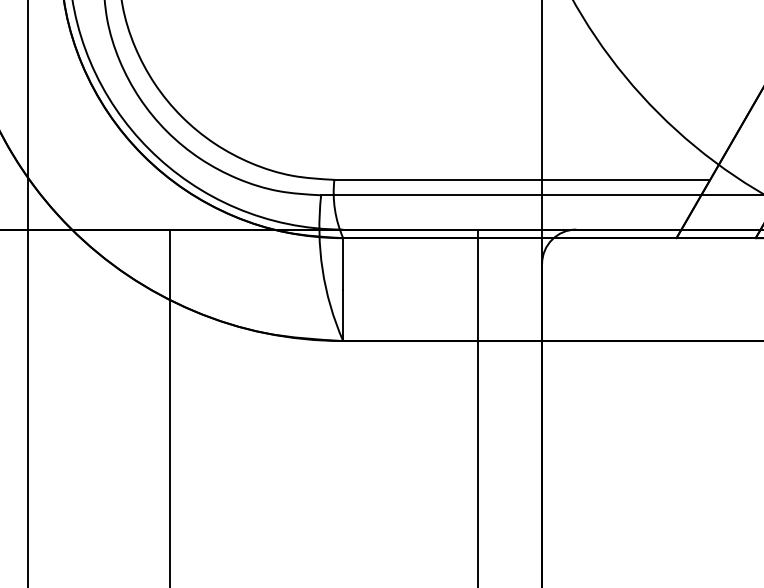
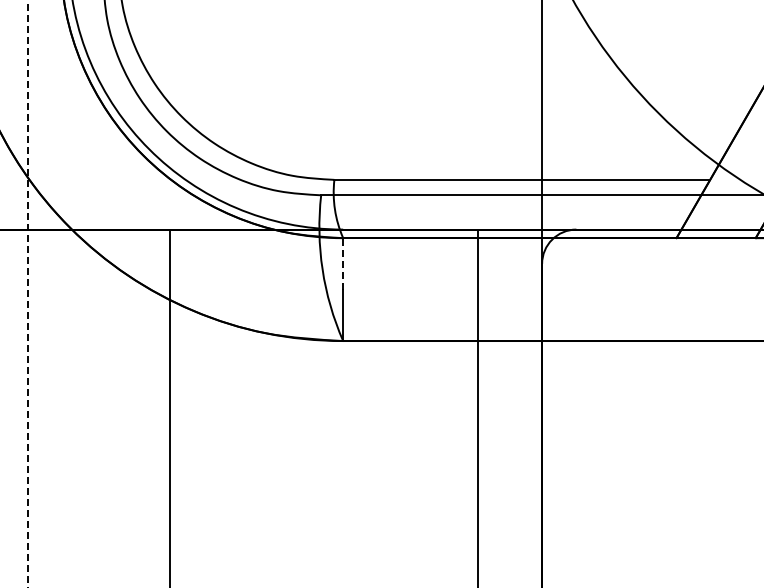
line at (343, 263): solid -> dashed
line at (27, 294): solid -> dashed
